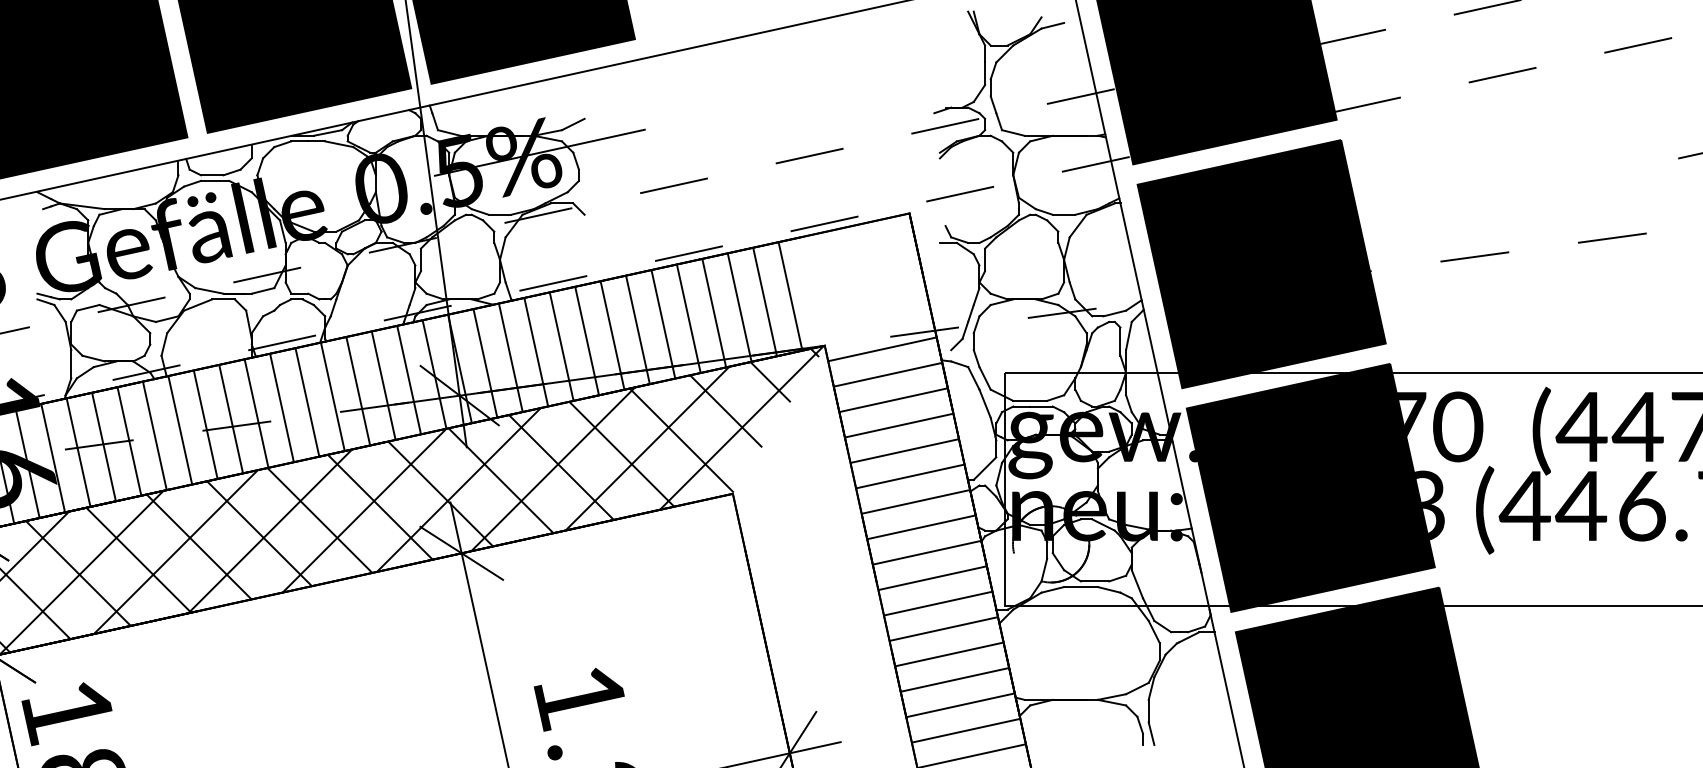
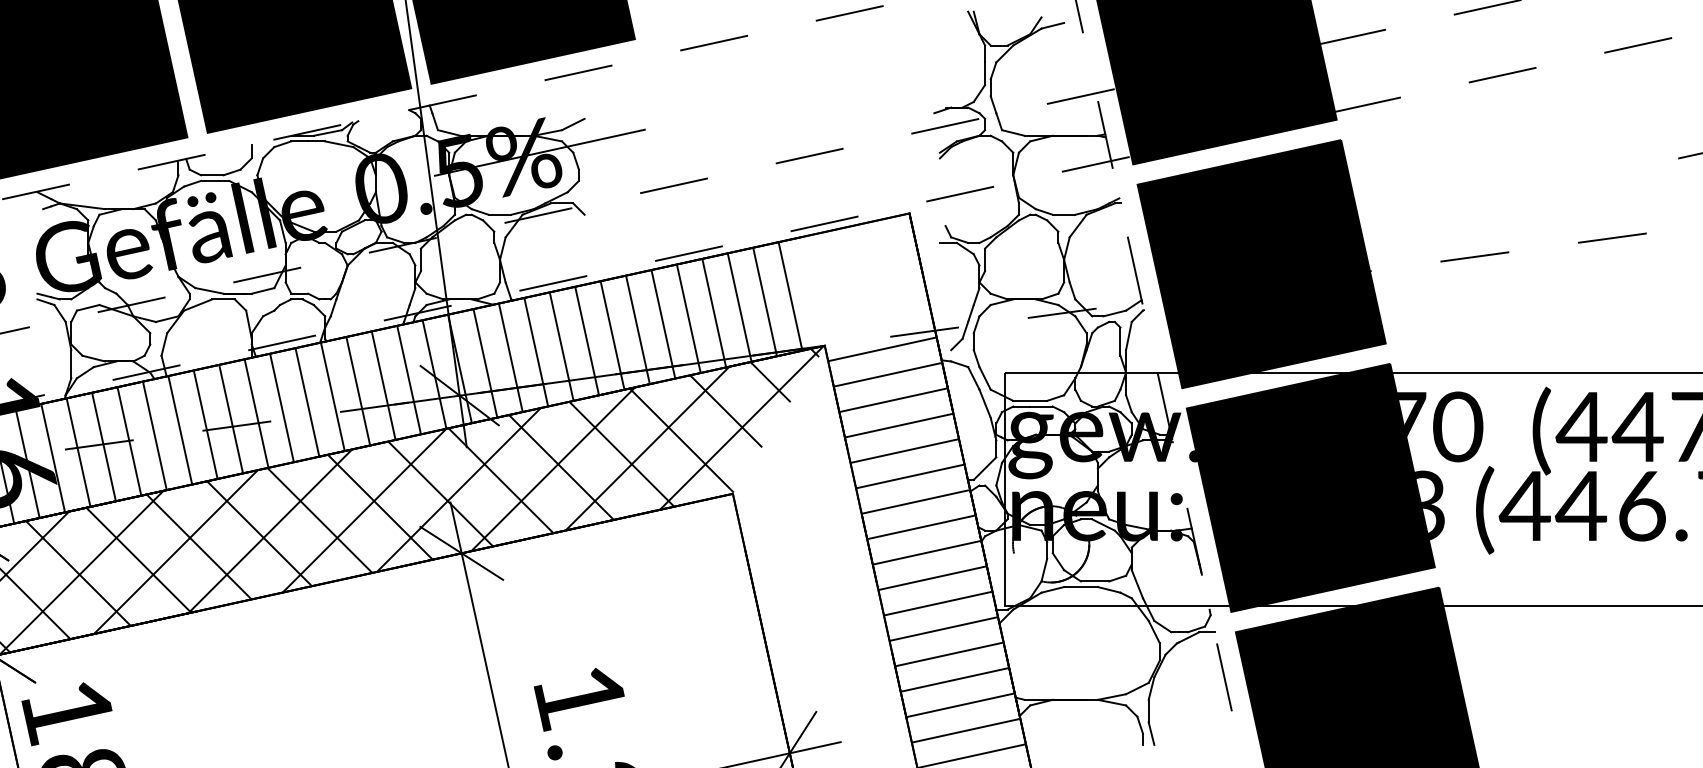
line at (455, 99): solid -> dashed
line at (1160, 384): solid -> dashed
